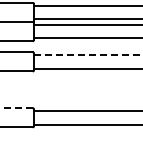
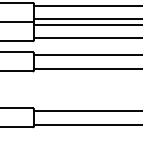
line at (88, 54): dashed -> solid
line at (15, 108): dashed -> solid
